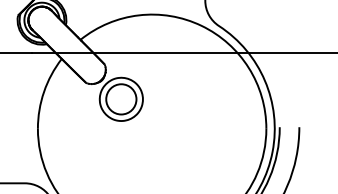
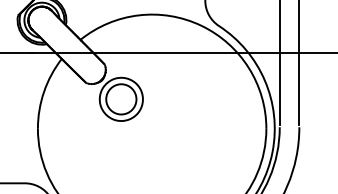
line at (279, 63): none -> present
line at (299, 63): none -> present
